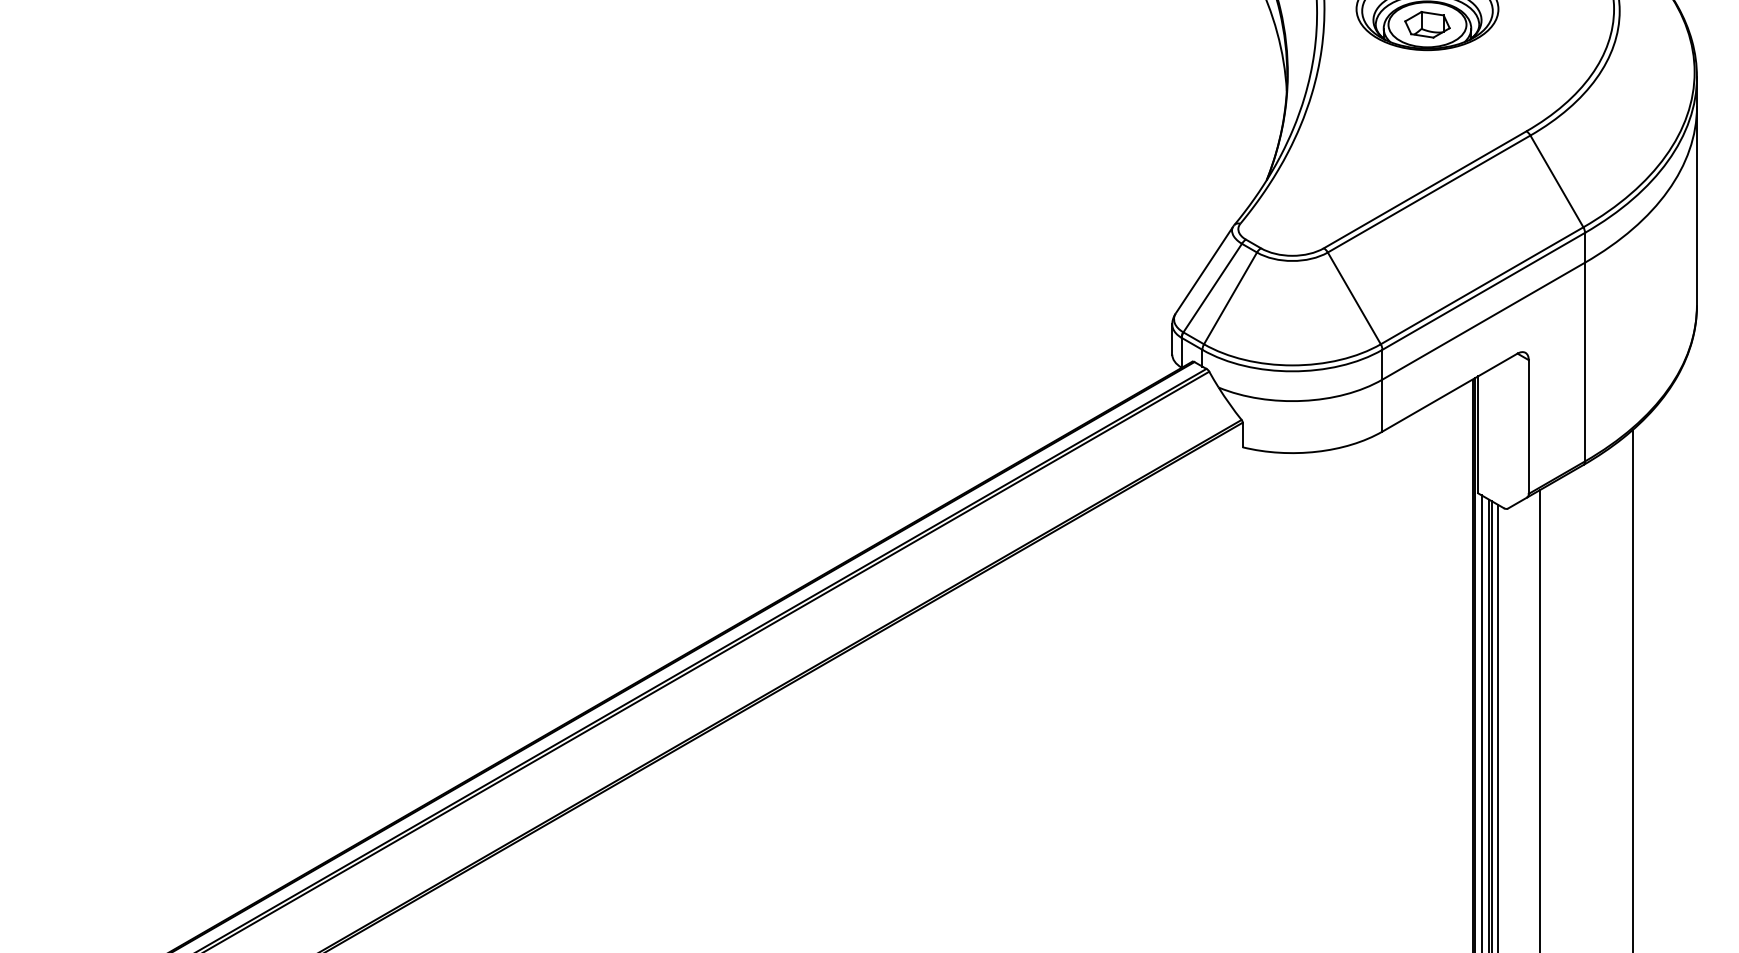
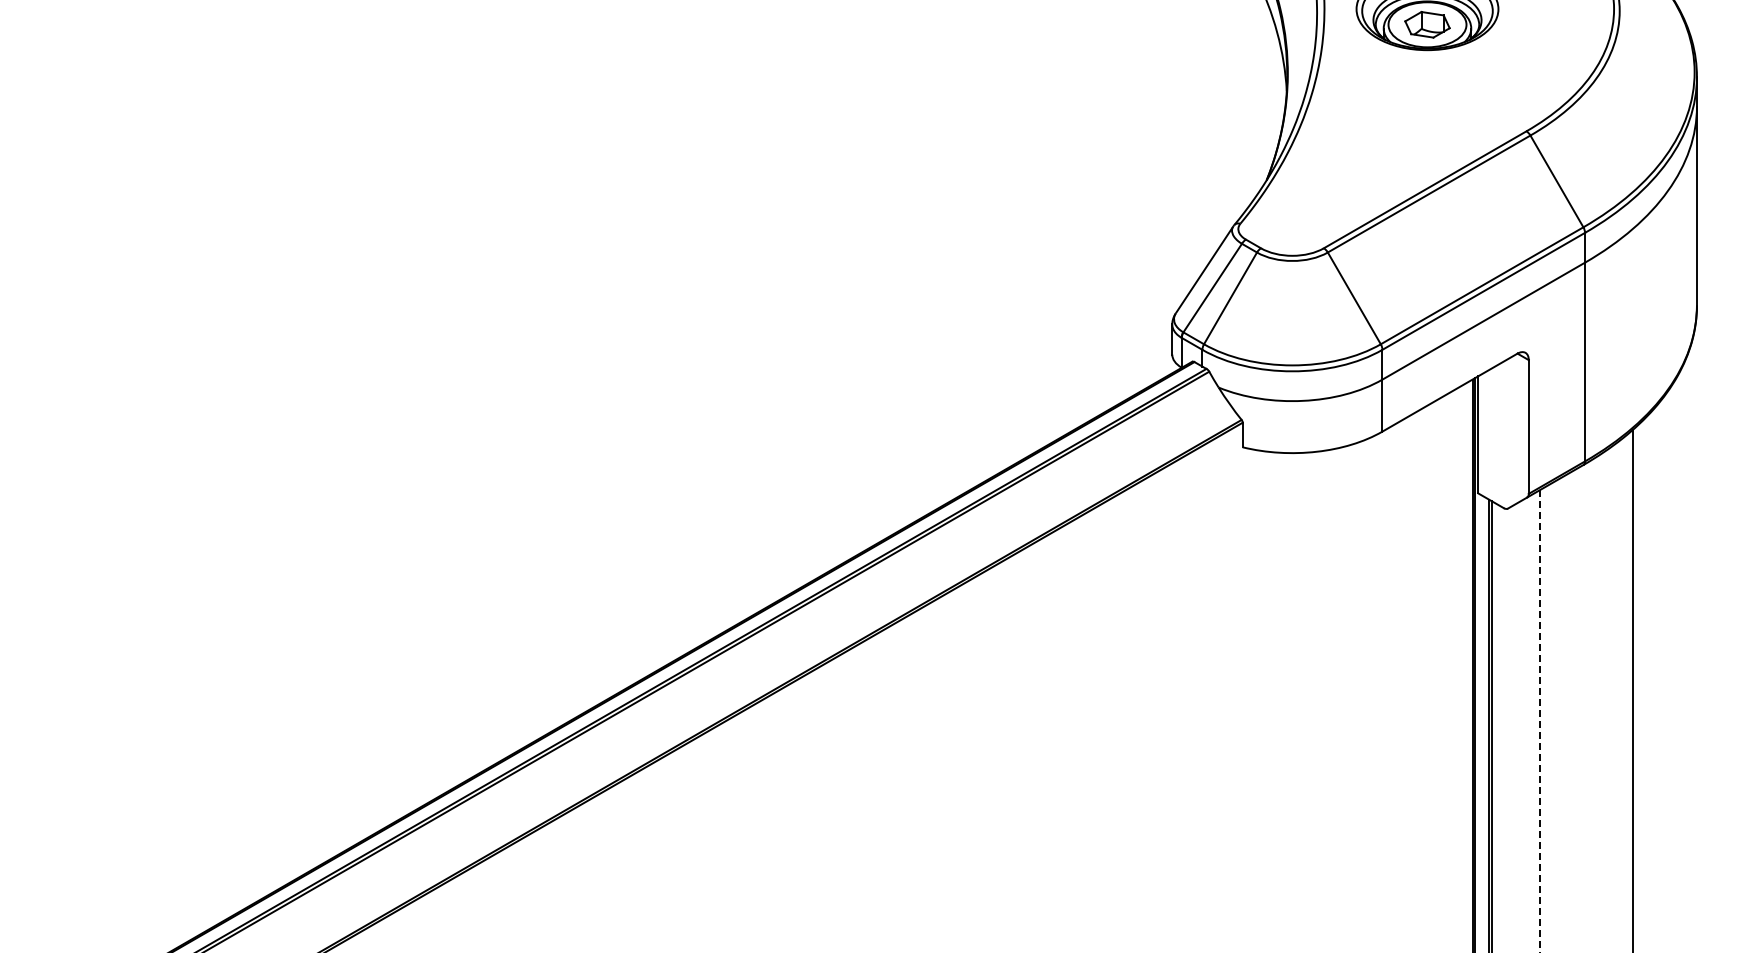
line at (1481, 722): present -> none
line at (1540, 722): solid -> dashed
line at (1498, 727): present -> none
